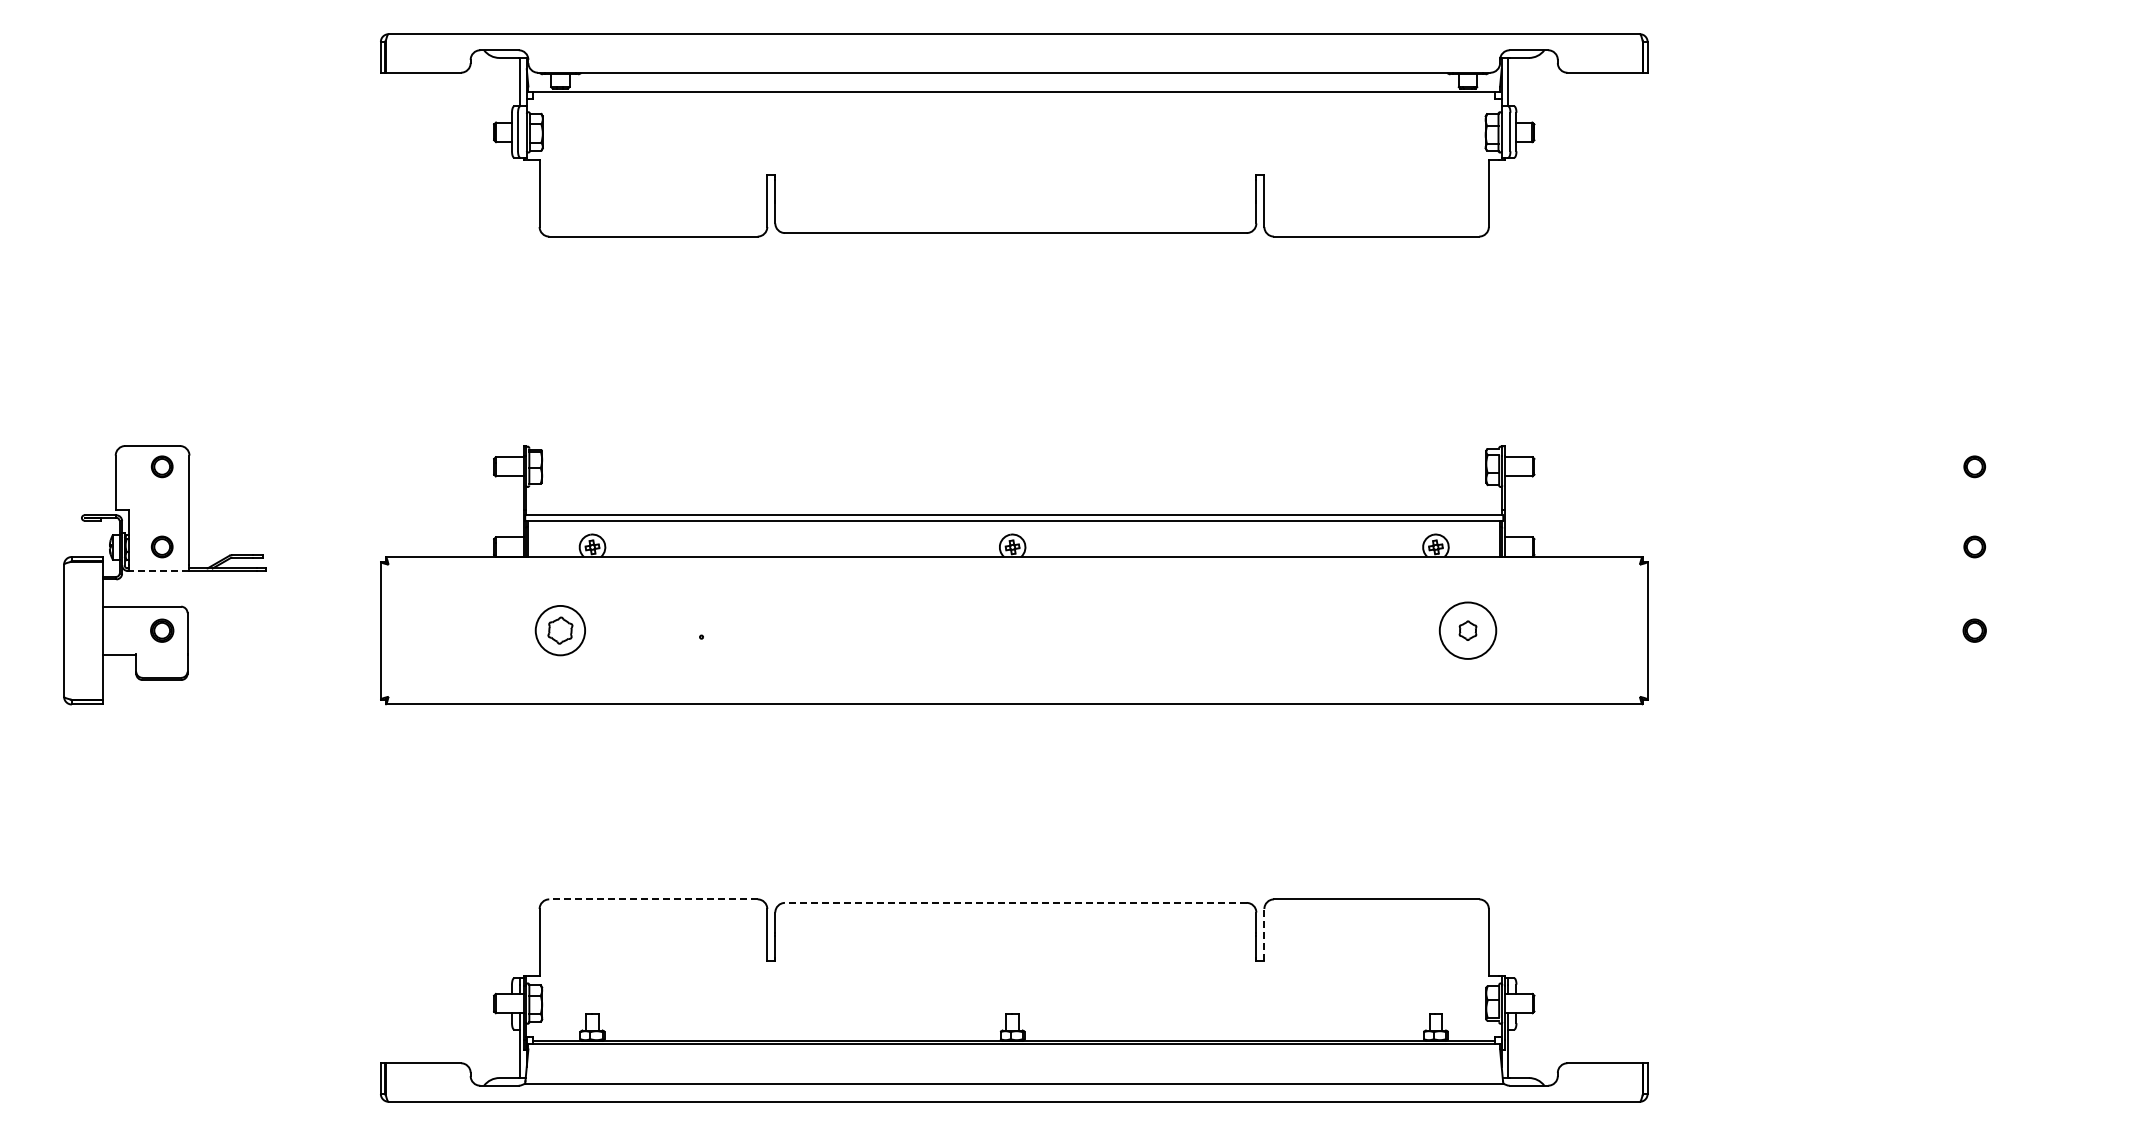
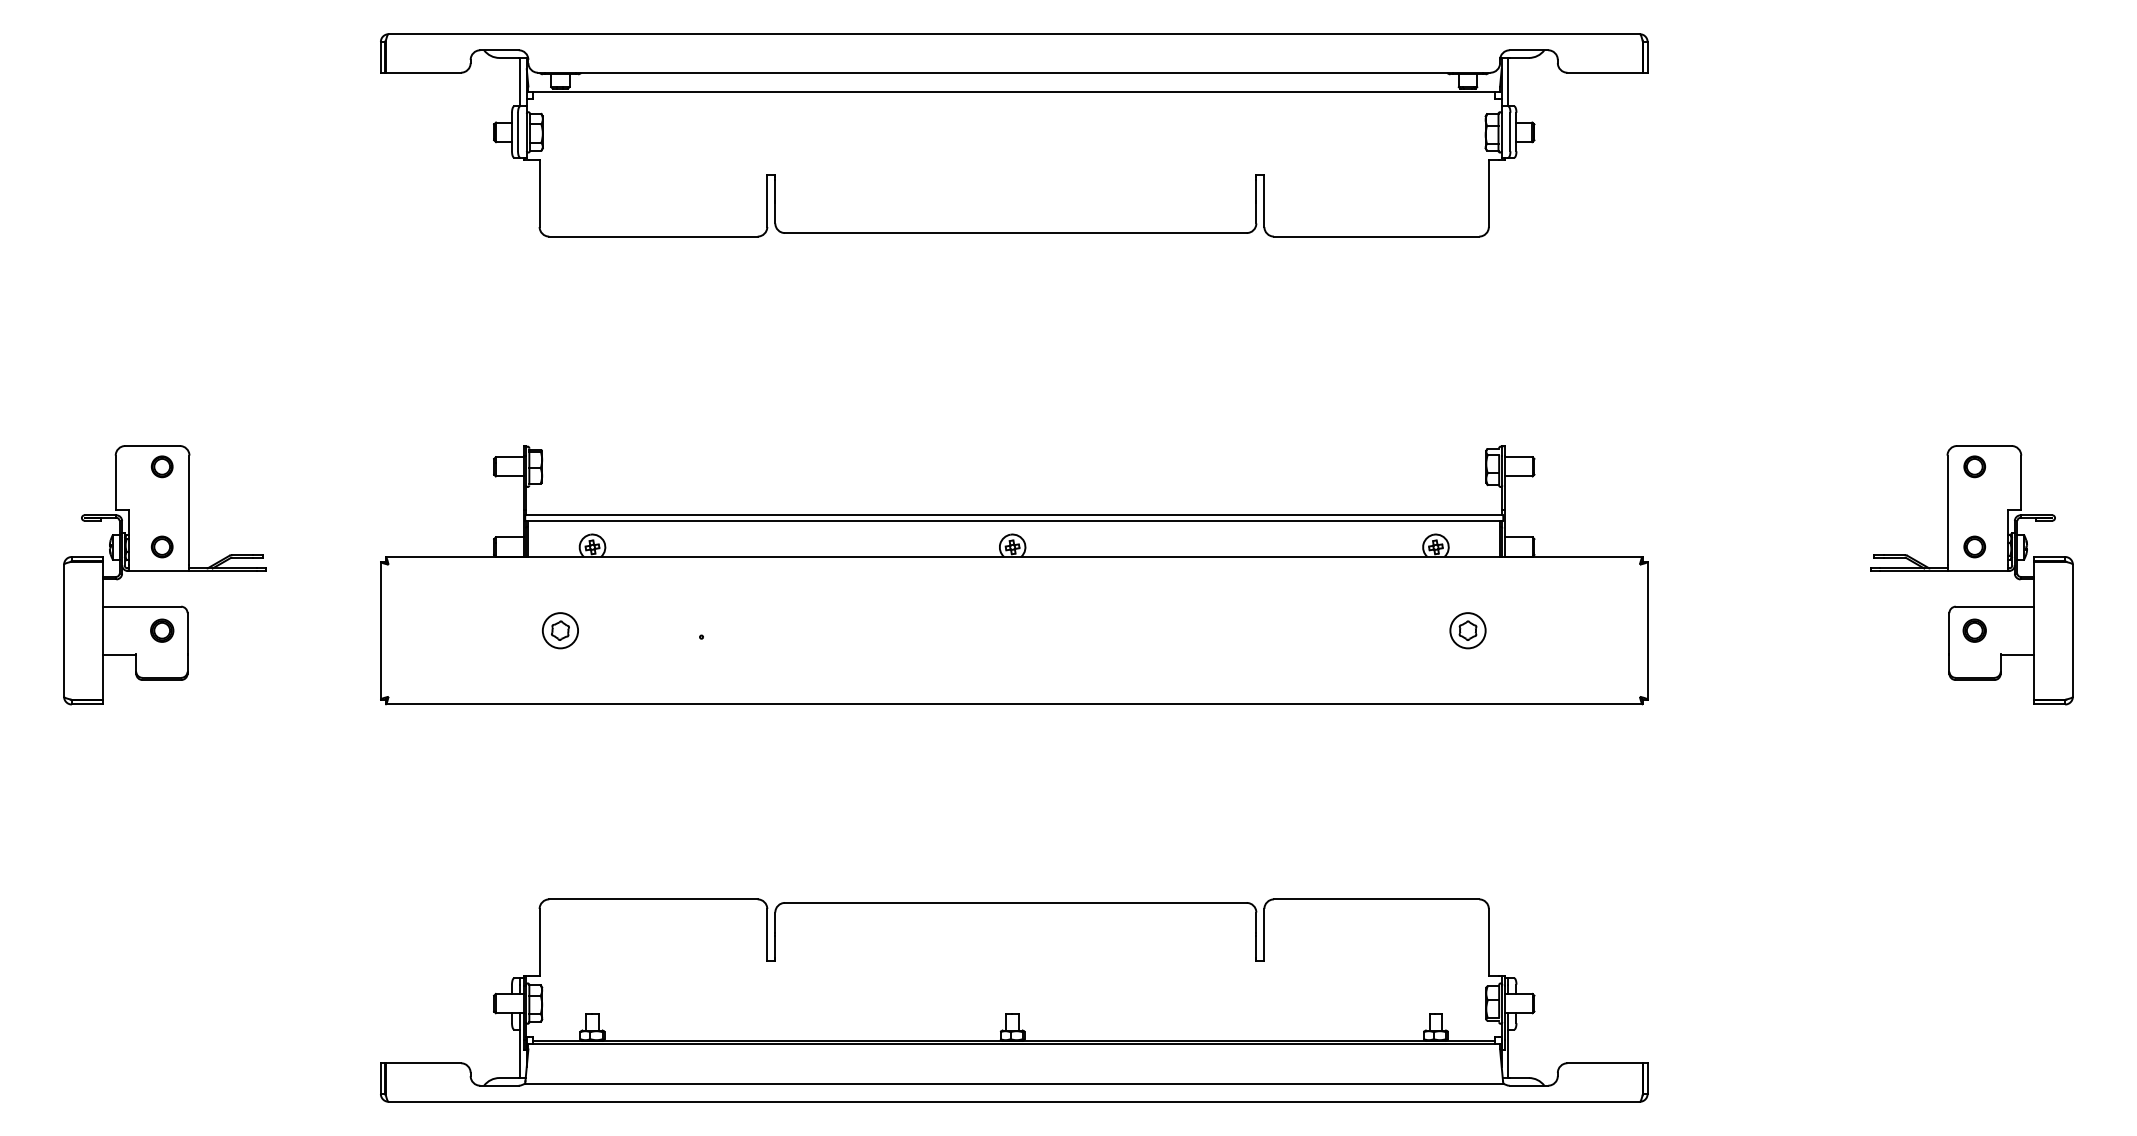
line at (158, 571): dashed -> solid
part at (1971, 575): none -> present
part at (559, 630) size: 52x52 px -> 37x38 px
circle at (1467, 630) diameter: 56 px -> 35 px
line at (652, 899): dashed -> solid
line at (1015, 902): dashed -> solid
line at (1264, 934): dashed -> solid
